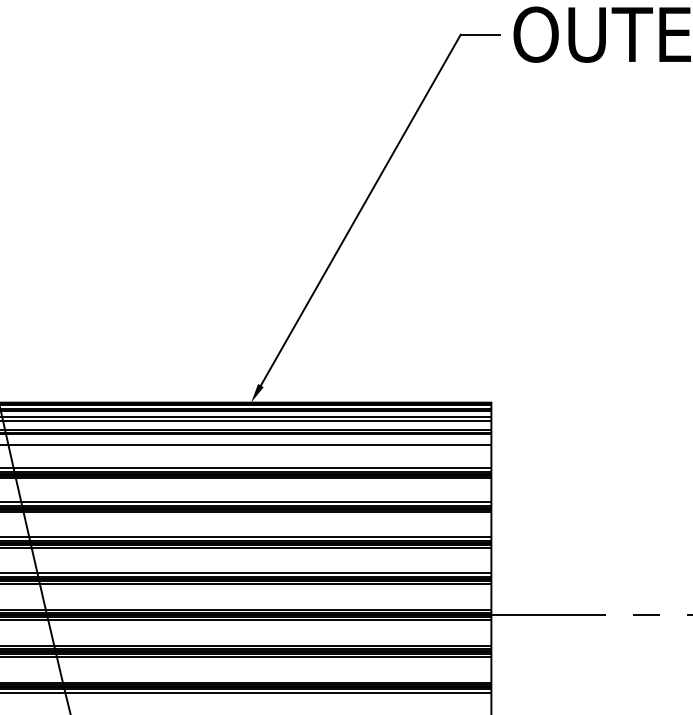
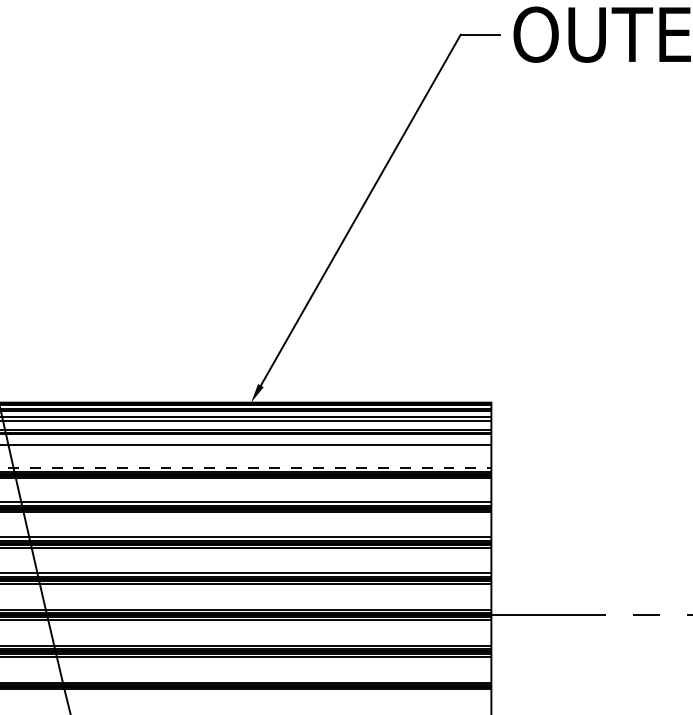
line at (246, 467): solid -> dashed
line at (246, 692): present -> none
